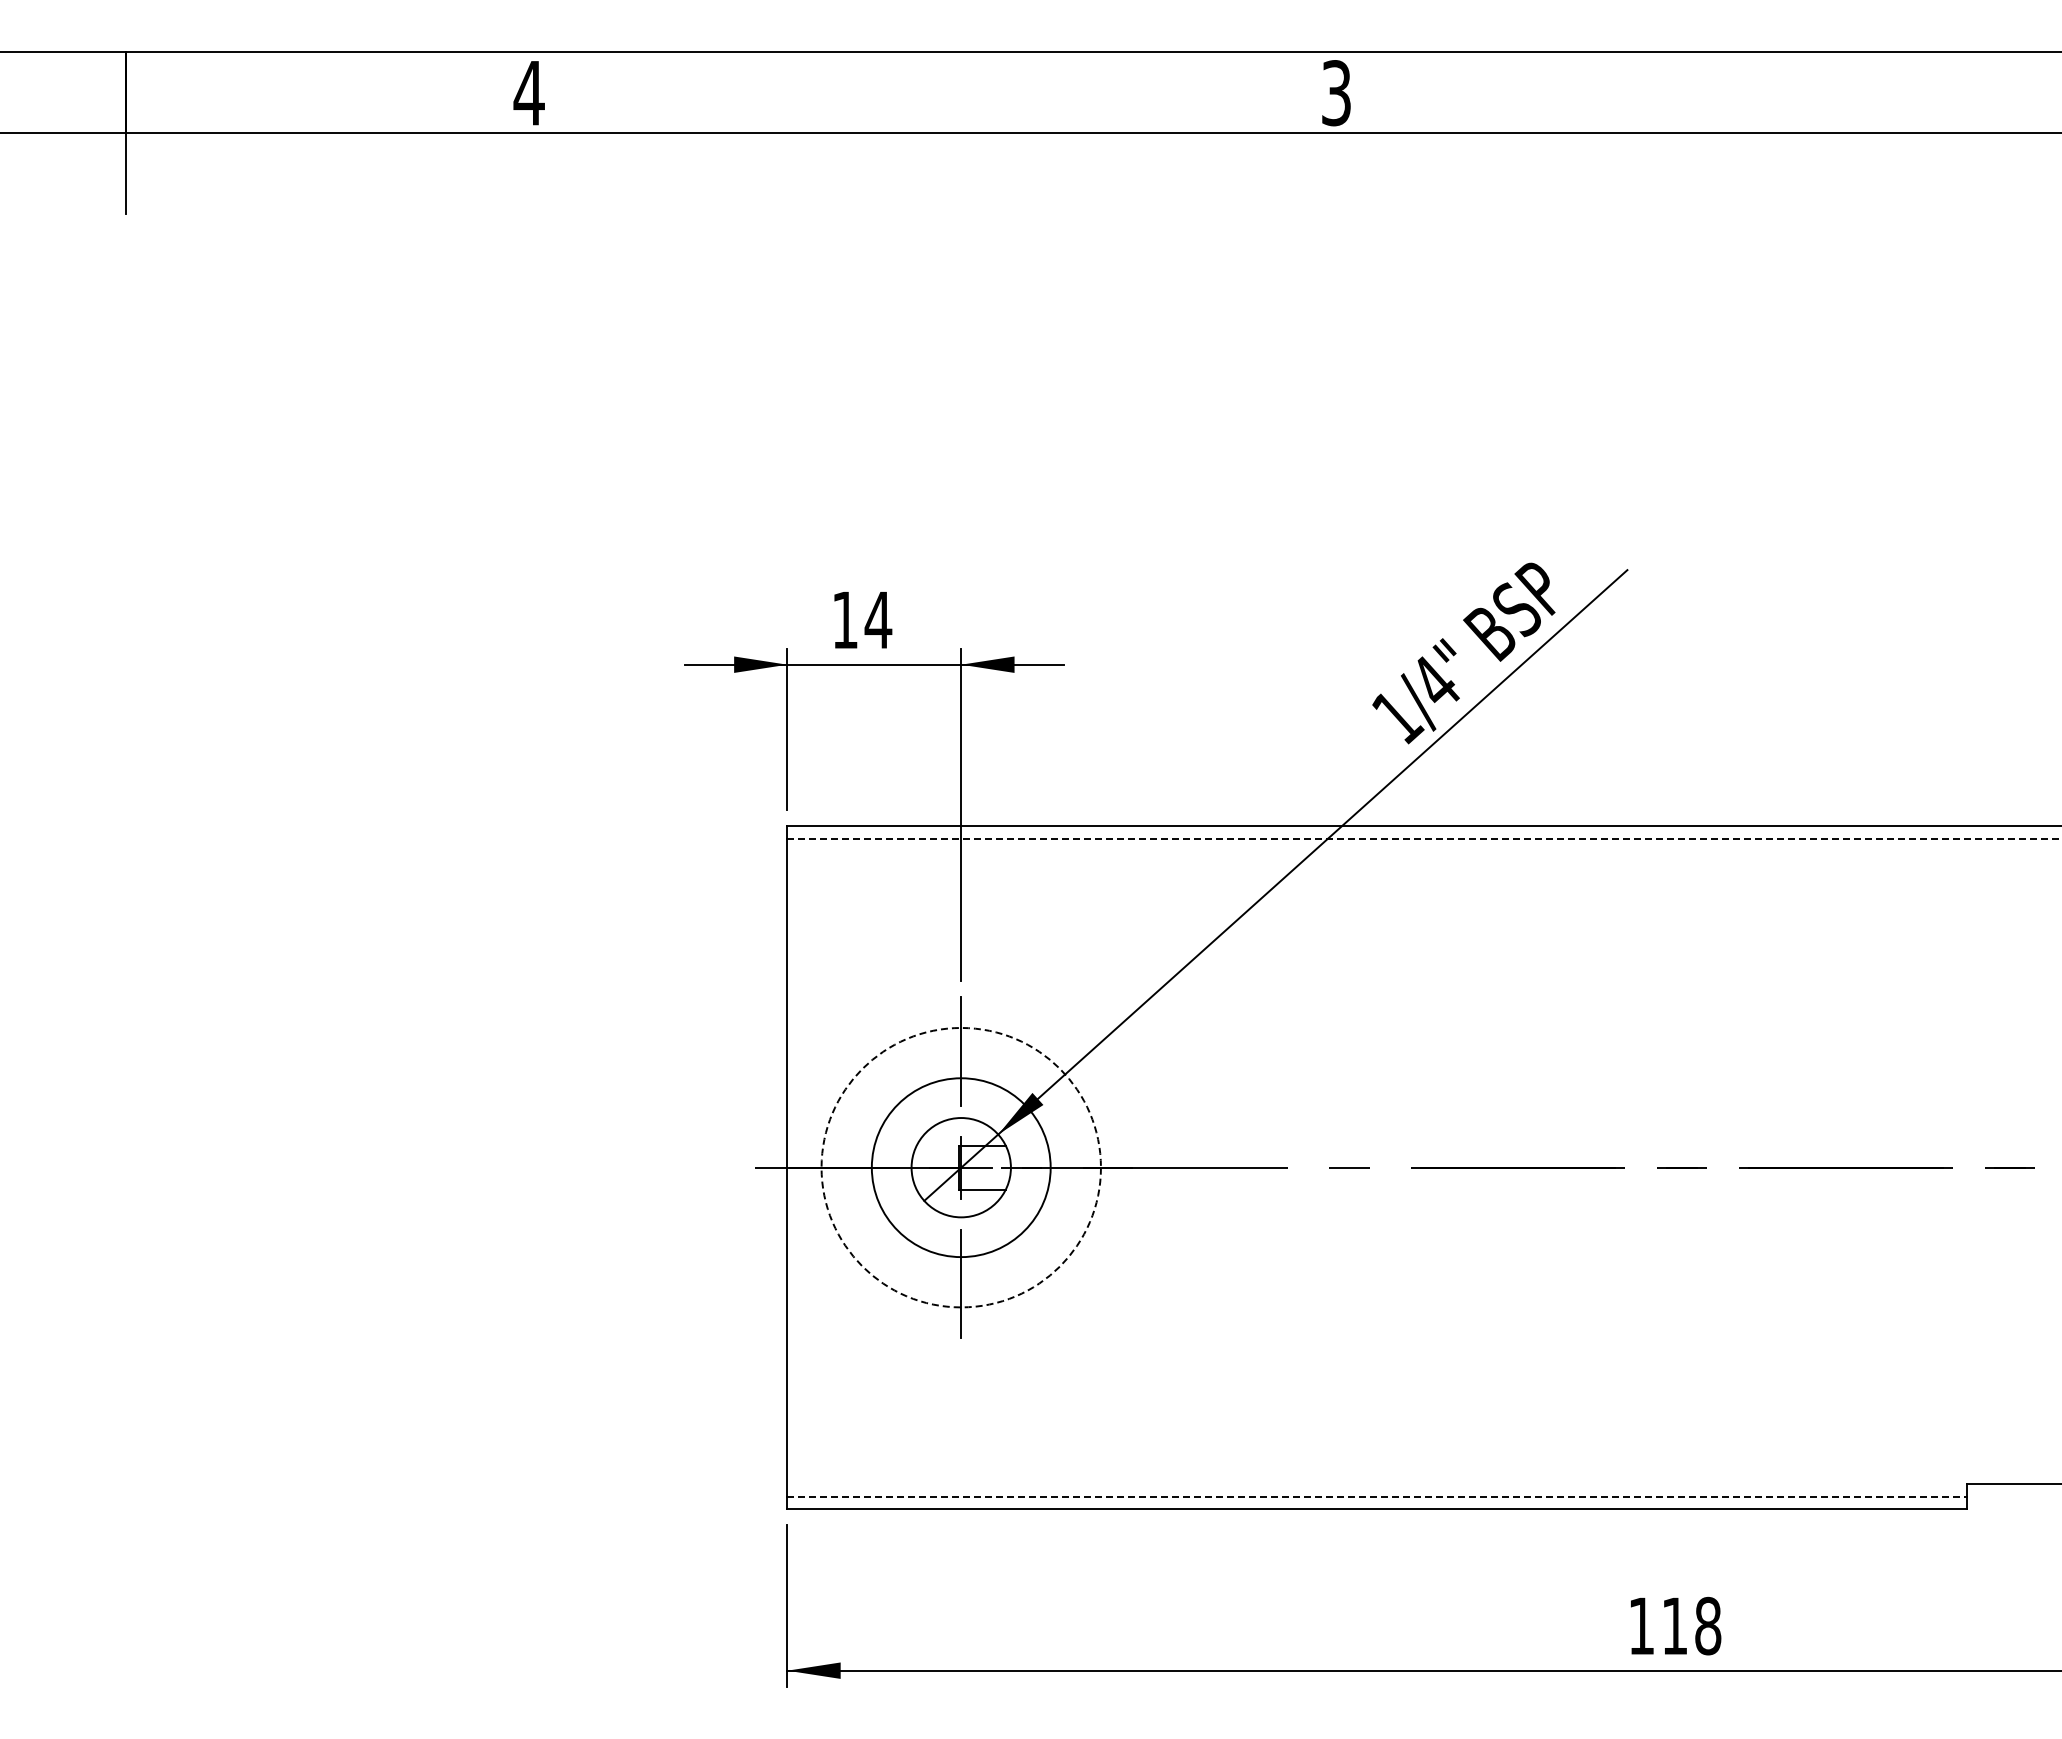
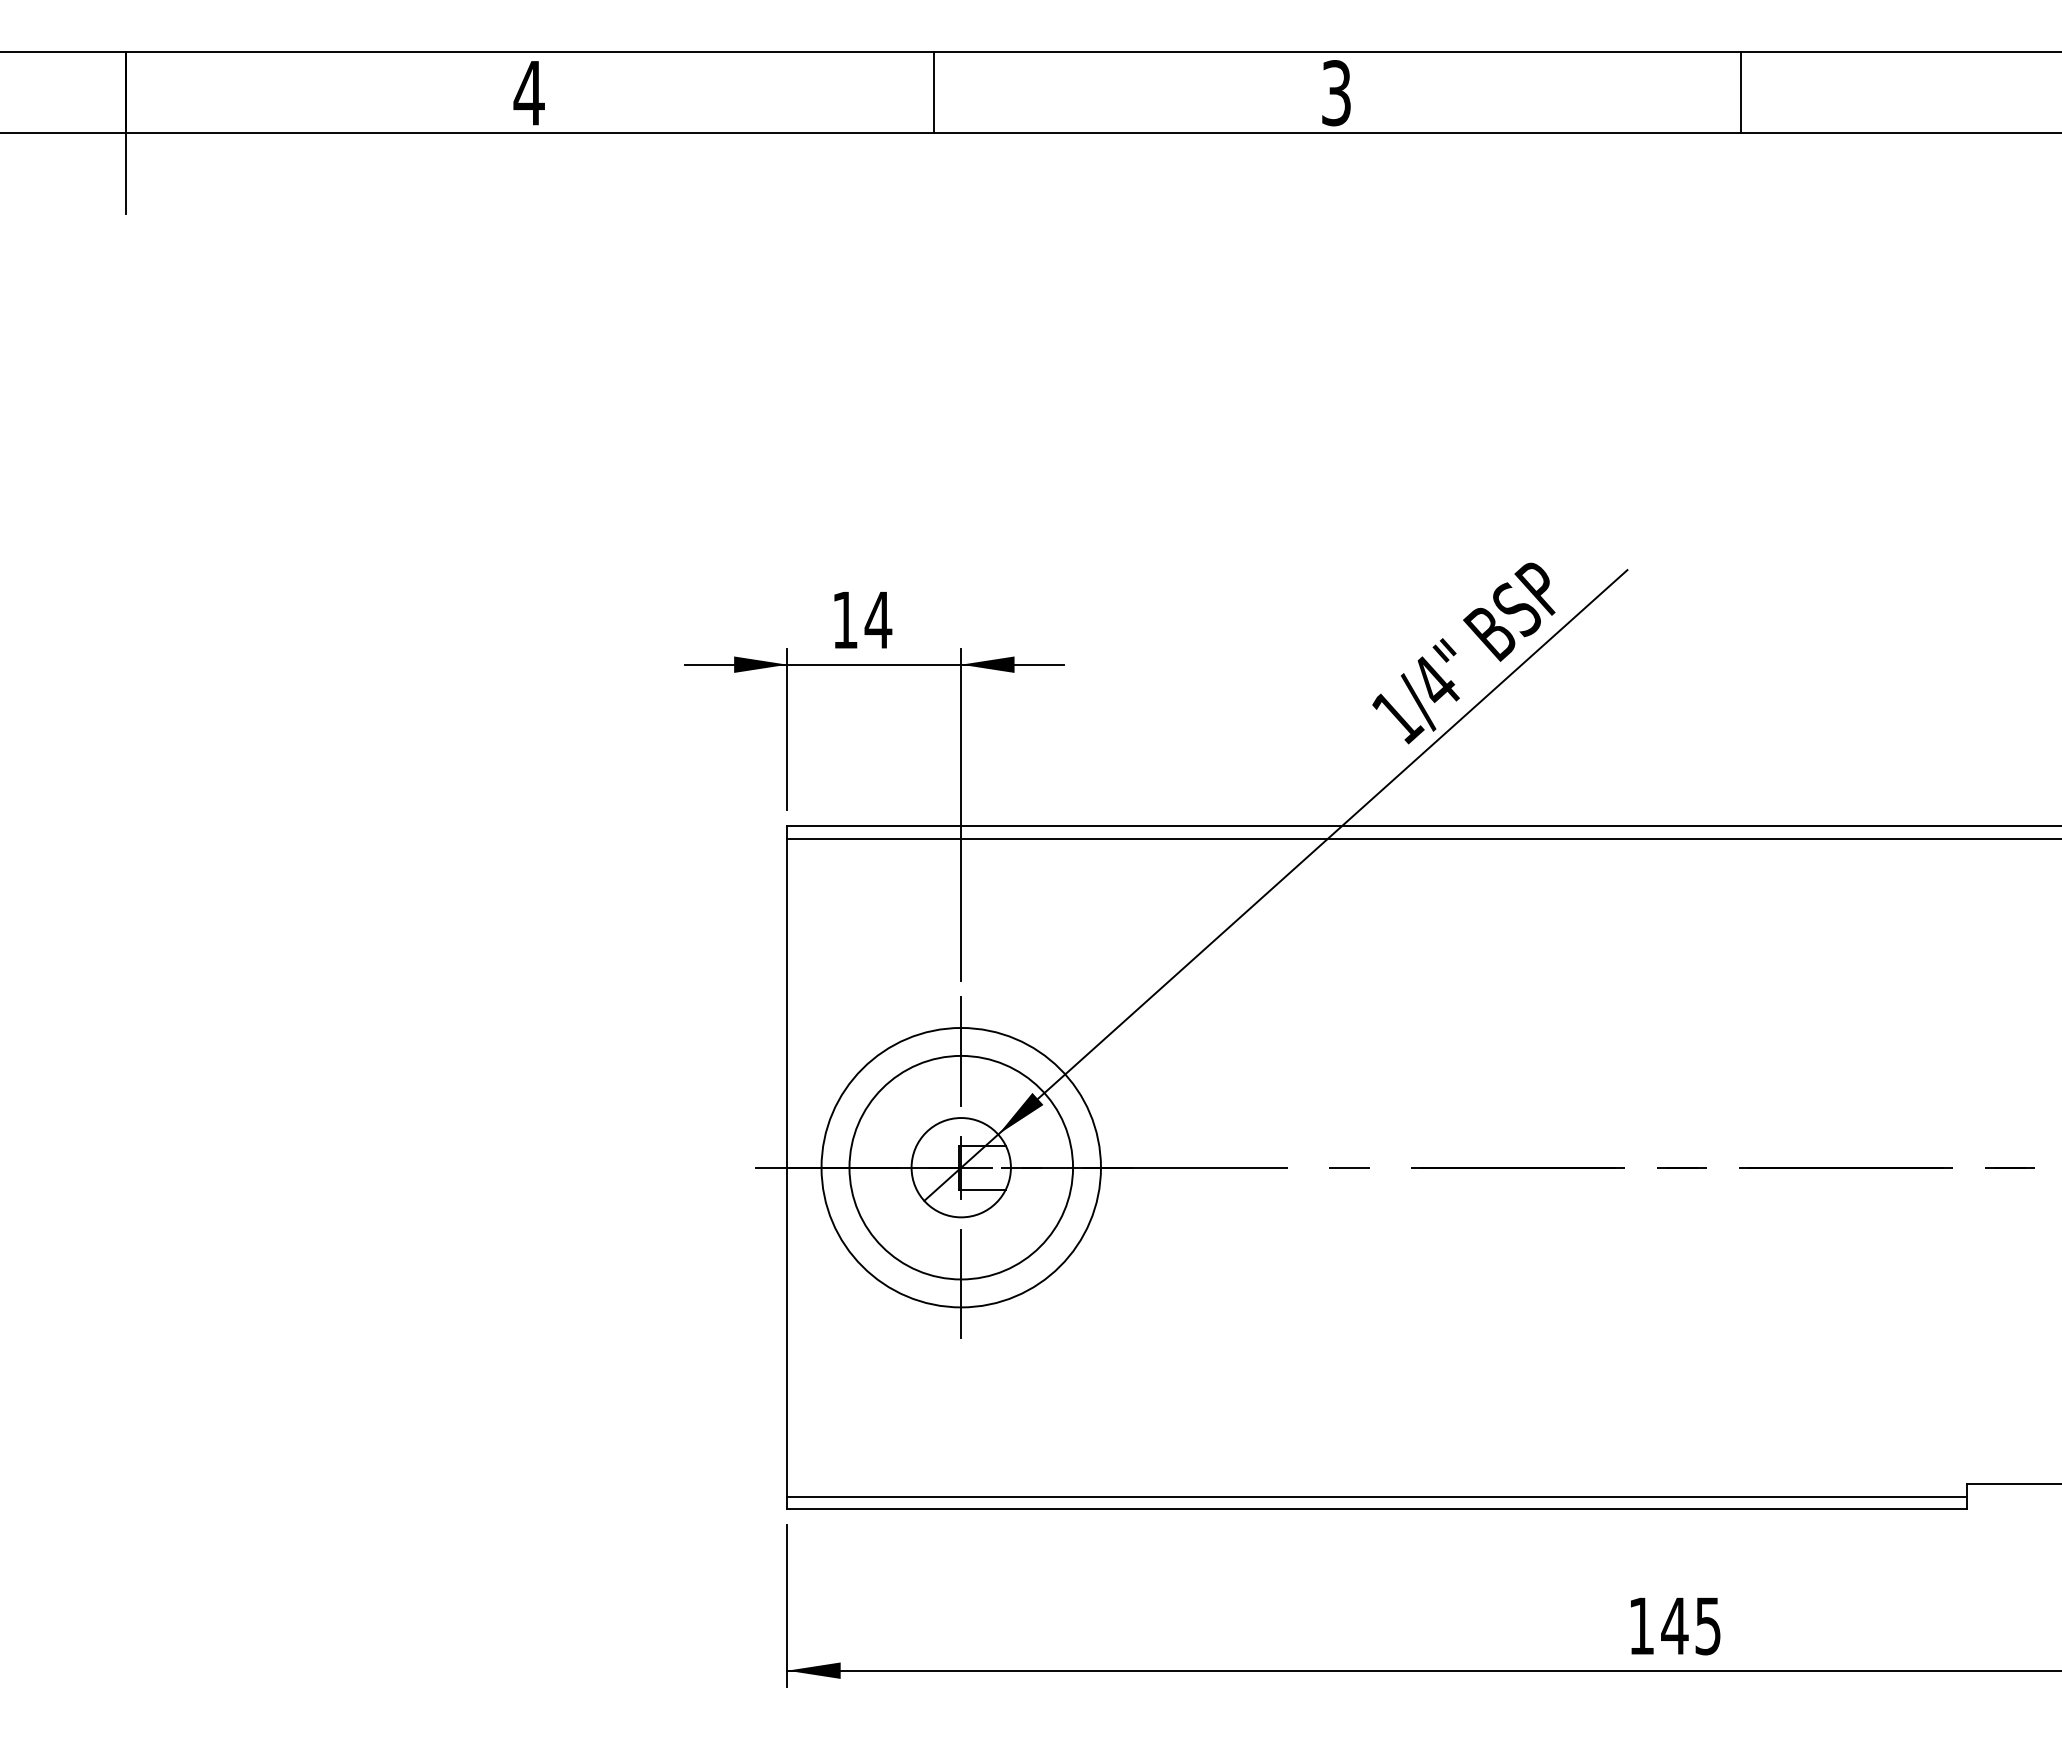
line at (933, 92): none -> present
line at (1740, 92): none -> present
line at (1424, 838): dashed -> solid
circle at (960, 1167) diameter: 179 px -> 224 px
circle at (960, 1167): dashed -> solid
line at (1377, 1496): dashed -> solid
text at (1691, 1625): 118 -> 145
